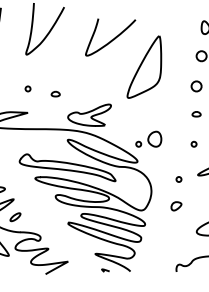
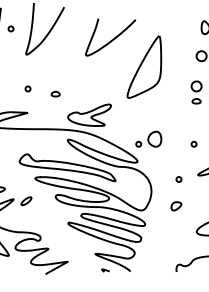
part at (10, 28): none -> present
part at (196, 114) position: (196, 114) -> (196, 101)
part at (15, 217) position: (15, 217) -> (26, 201)
